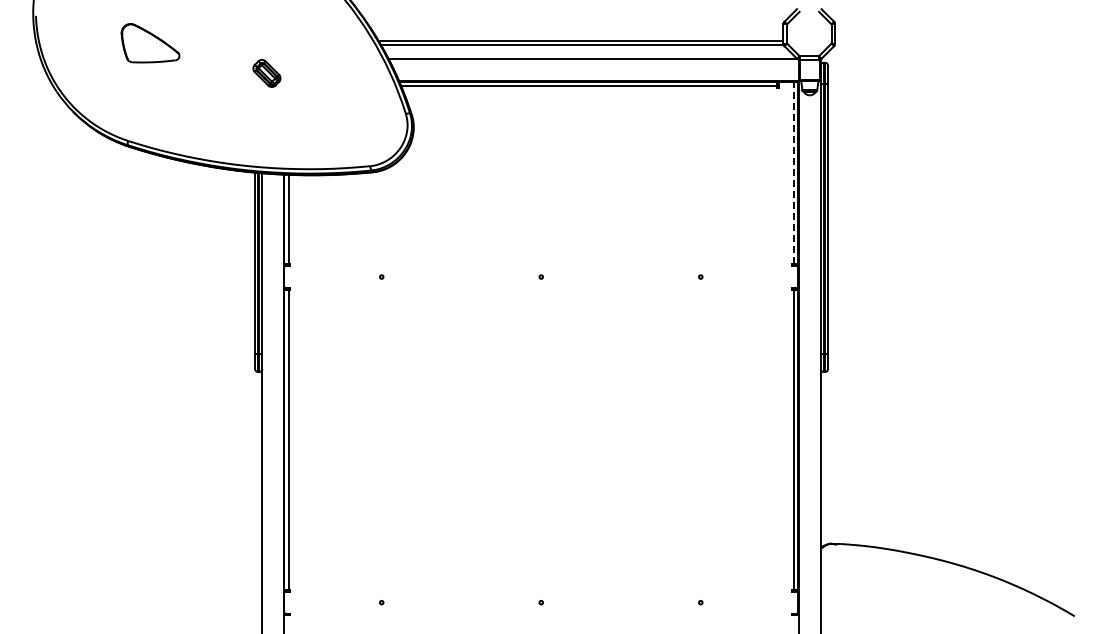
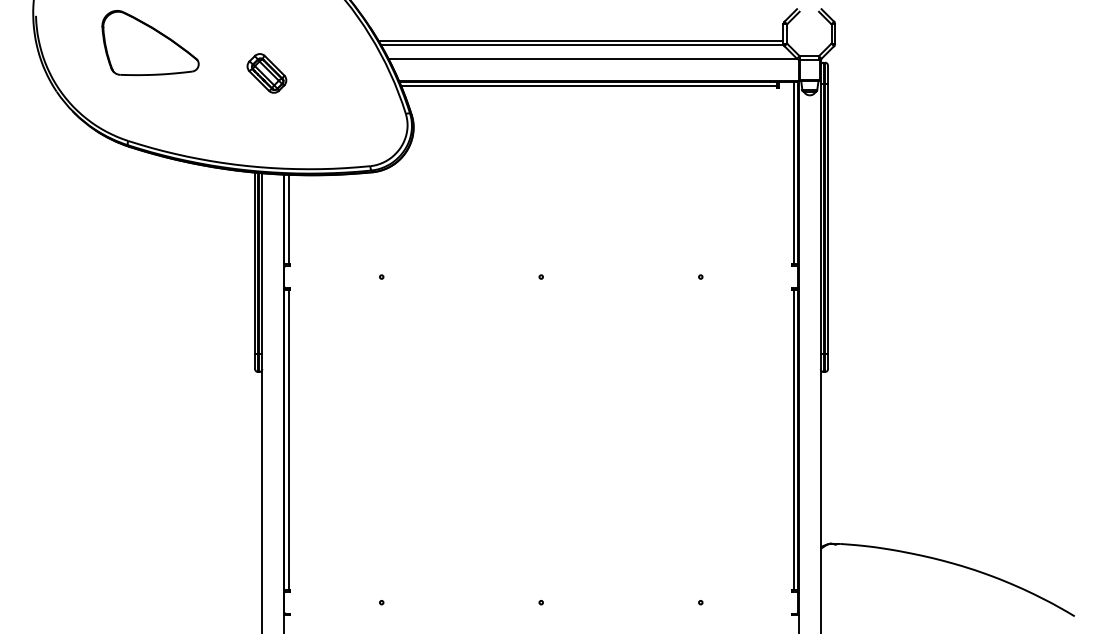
part at (150, 43) size: 61x41 px -> 99x67 px
part at (266, 73) size: 30x29 px -> 42x41 px
line at (793, 172): dashed -> solid
